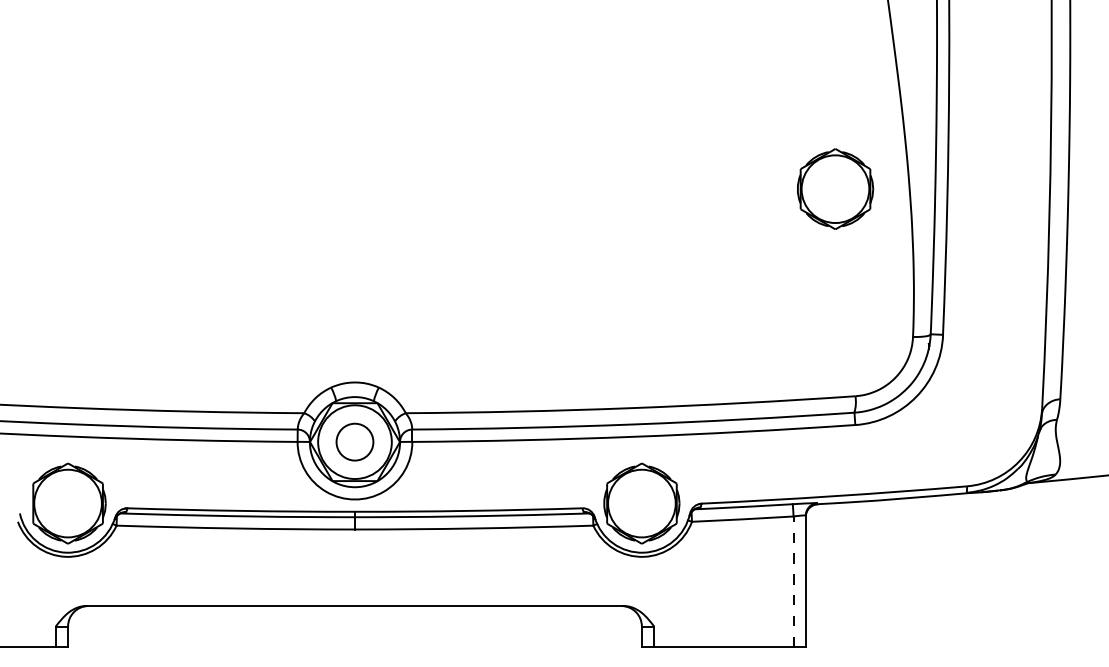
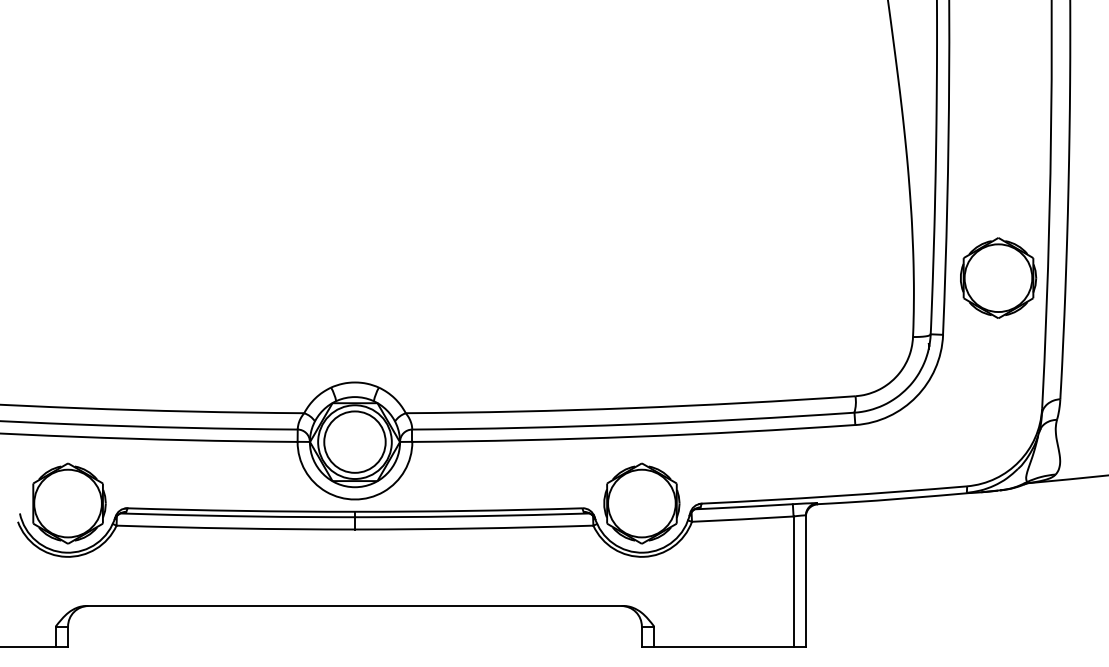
part at (835, 188) position: (835, 188) -> (998, 277)
circle at (354, 441) diameter: 37 px -> 61 px
line at (793, 581): dashed -> solid
